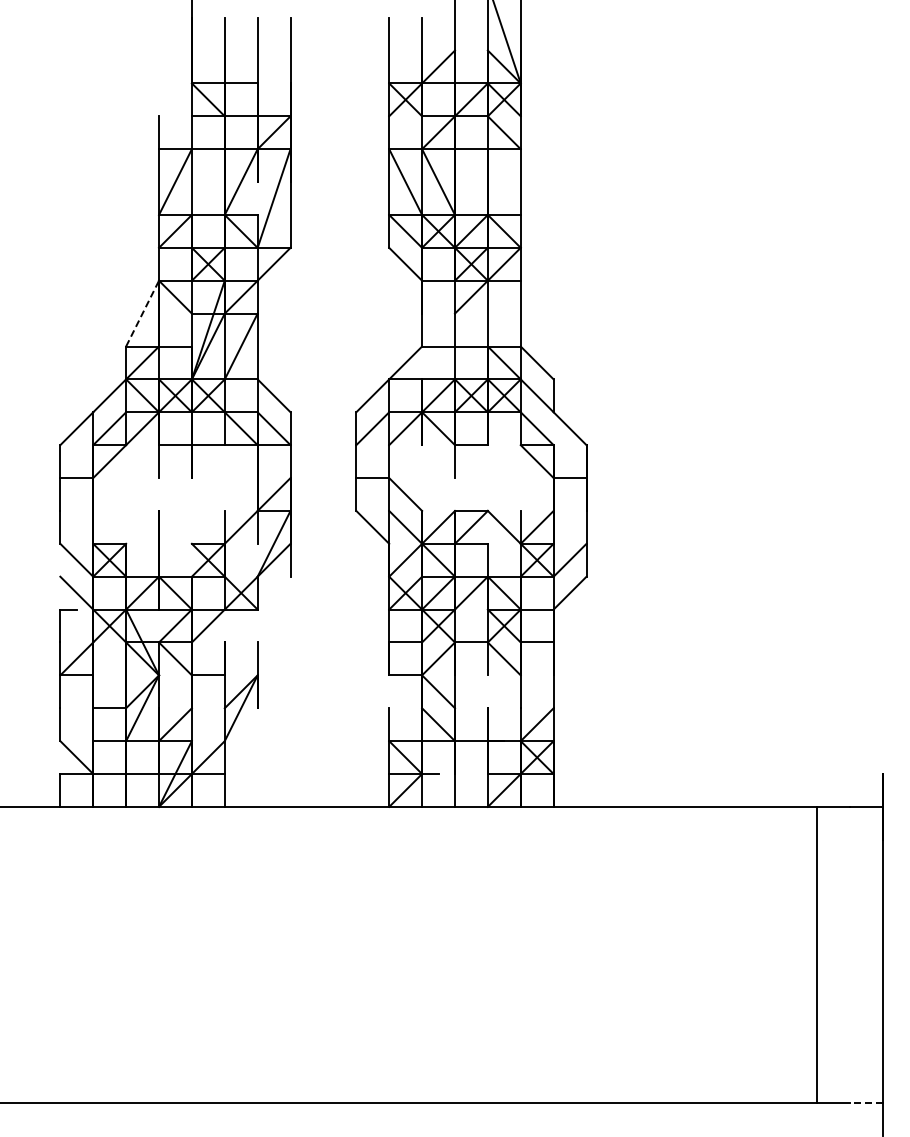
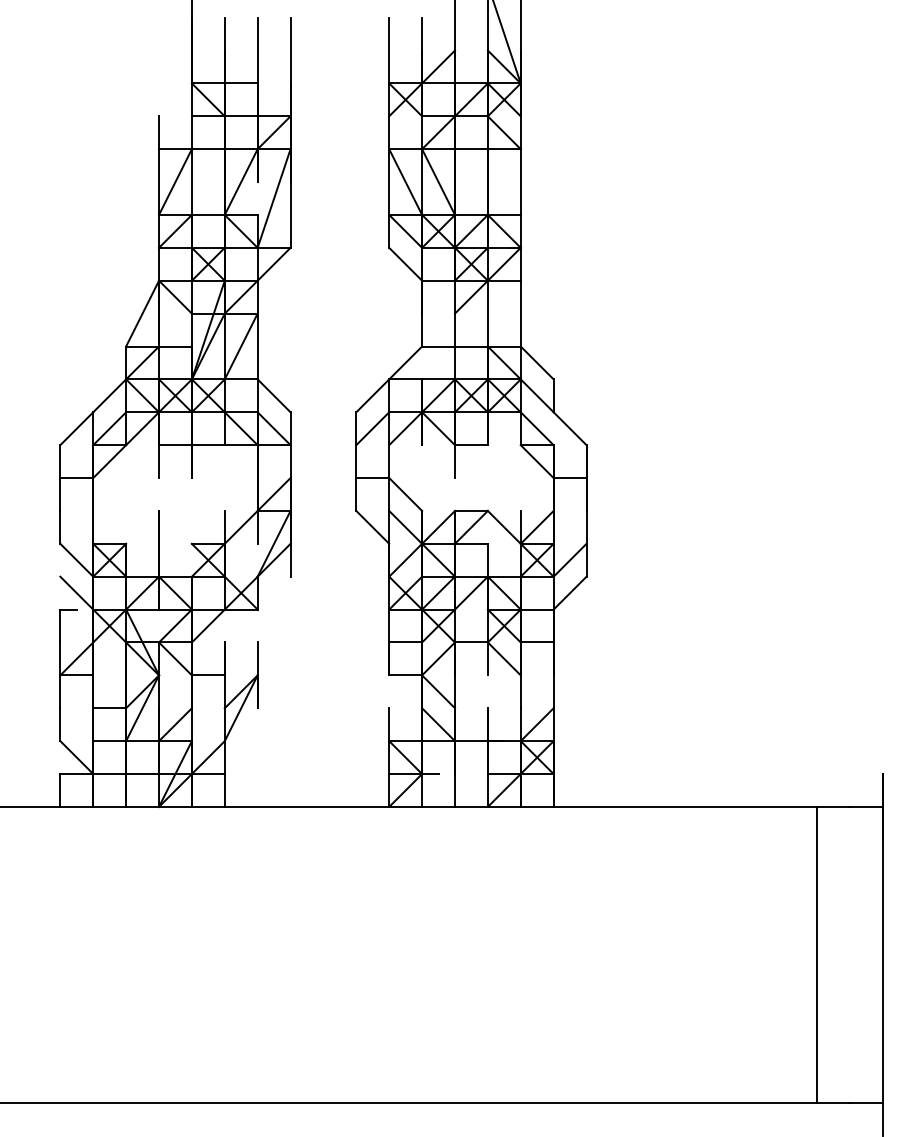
line at (142, 313): dashed -> solid
line at (865, 1102): dashed -> solid
